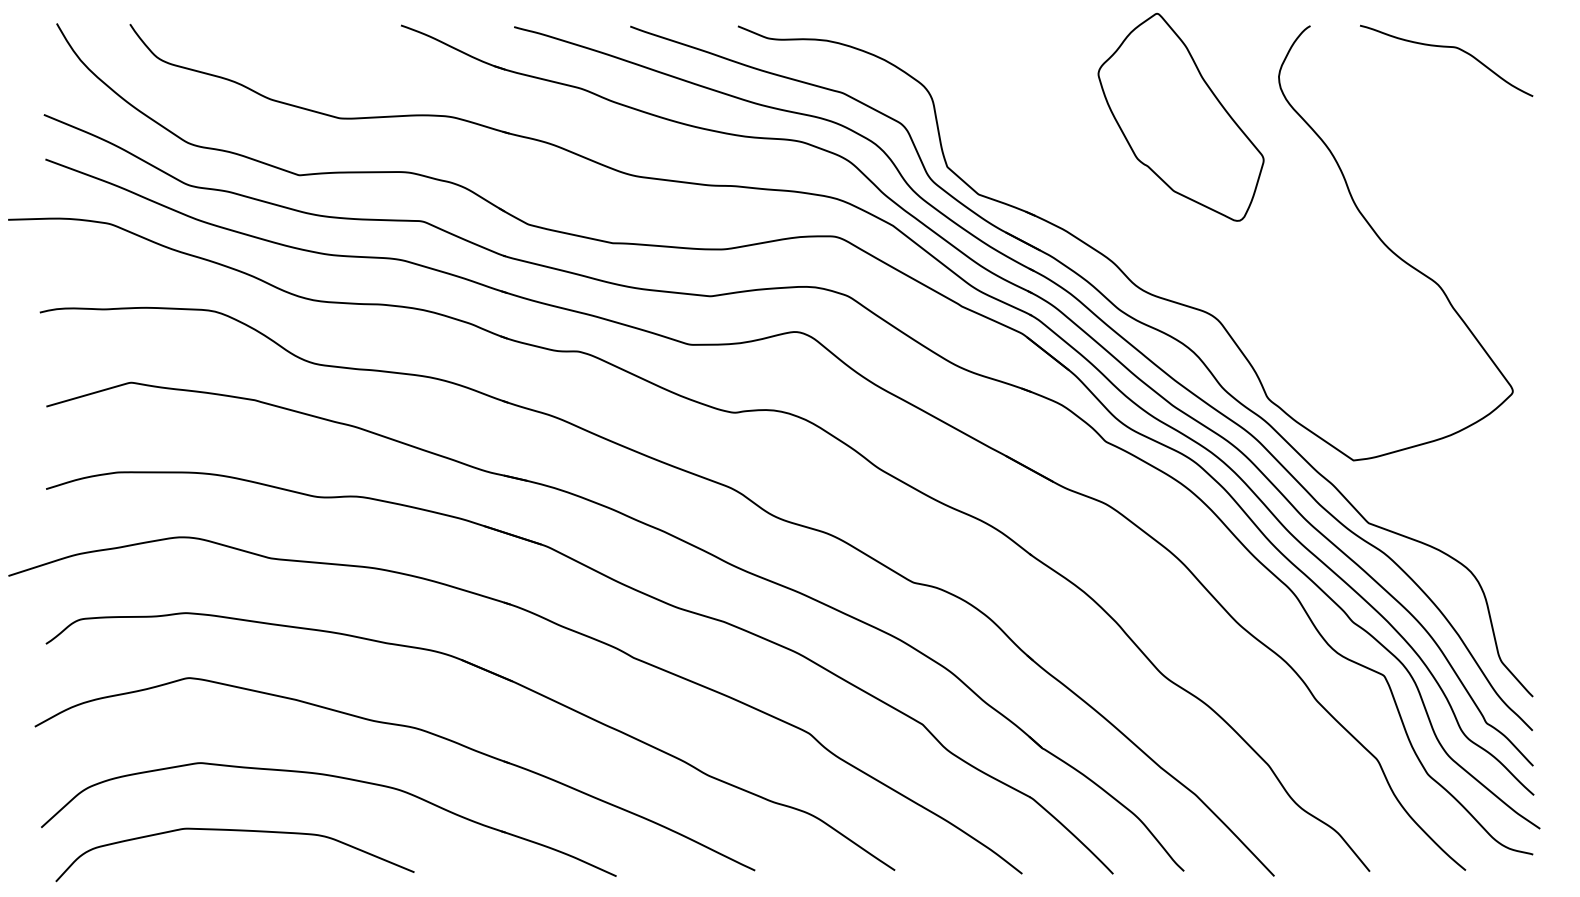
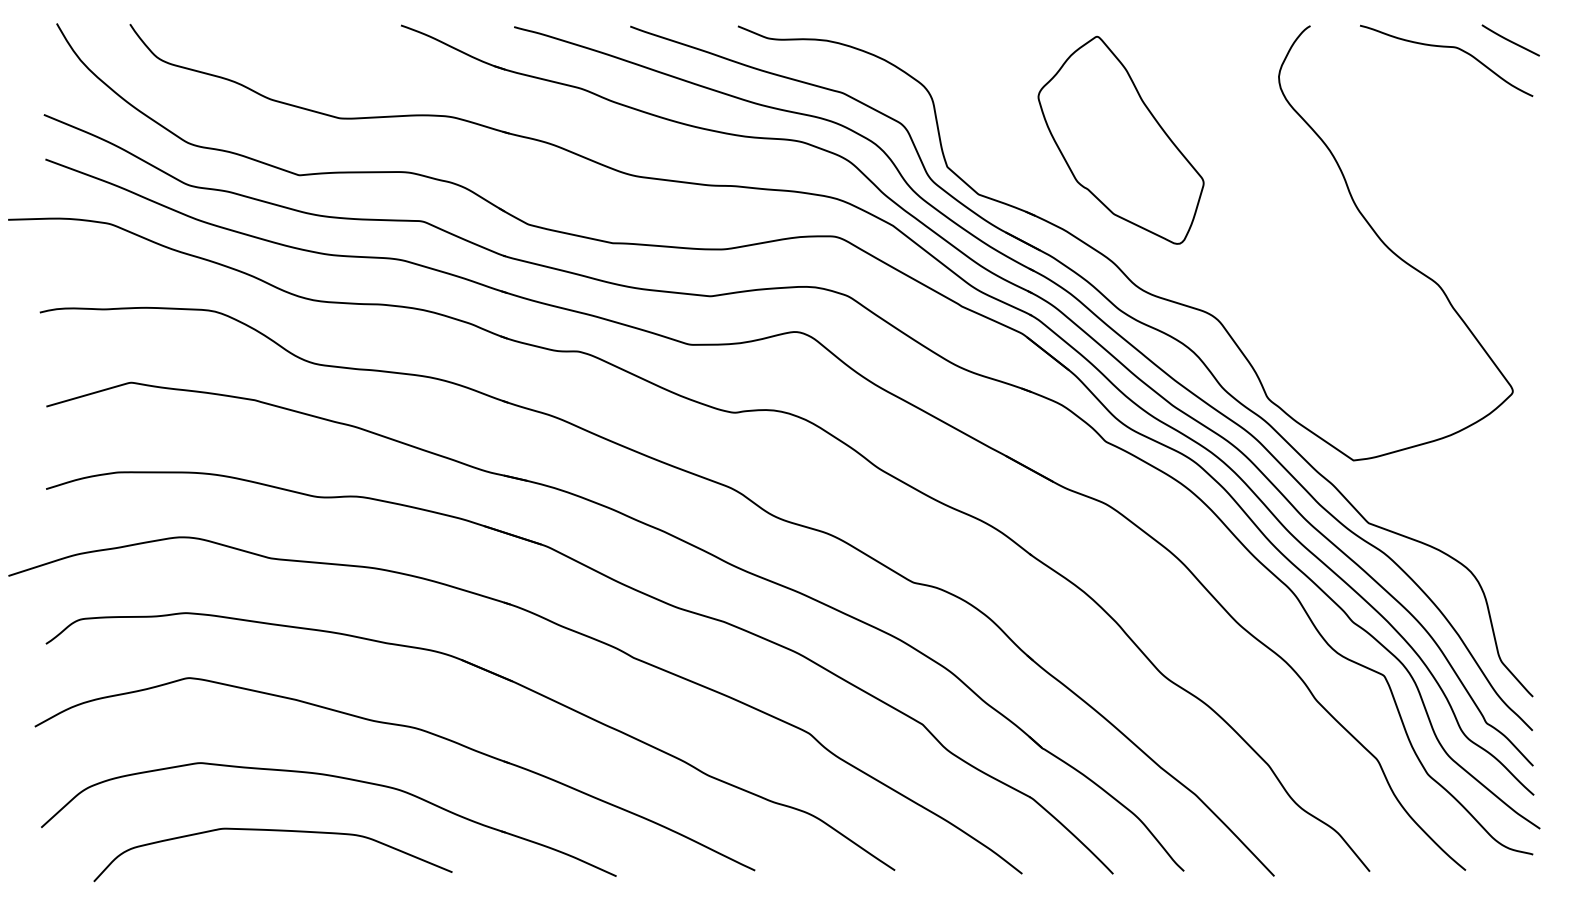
curve at (1510, 40): none -> present
part at (1180, 116) position: (1180, 116) -> (1120, 139)
curve at (234, 831) position: (234, 831) -> (272, 831)
